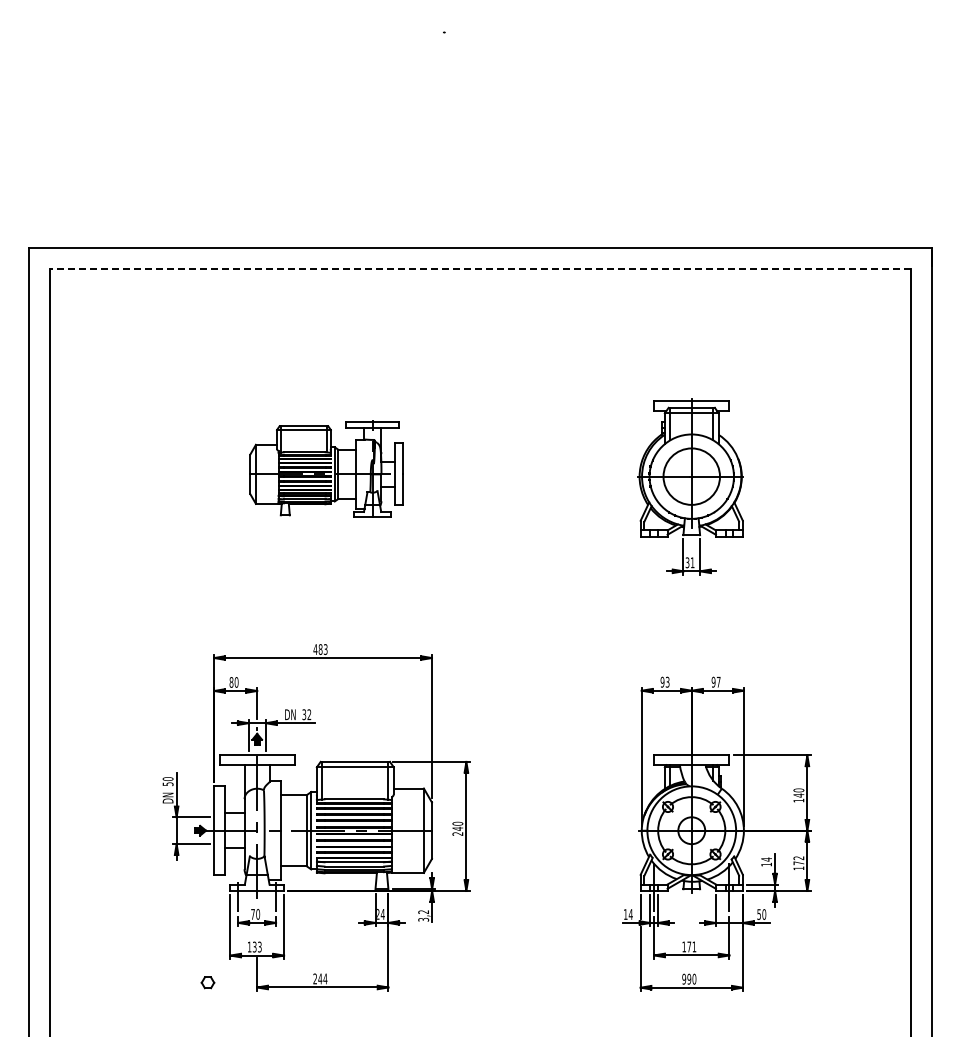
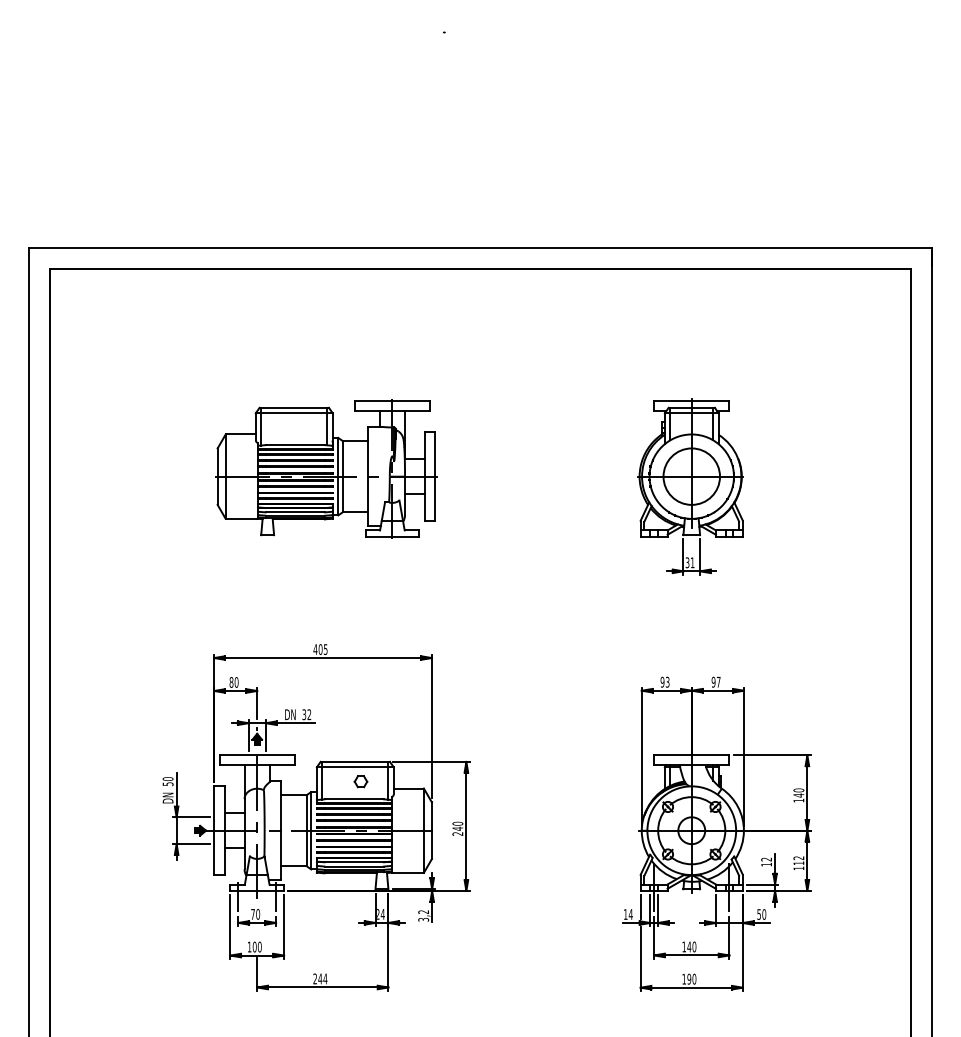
line at (480, 269): dashed -> solid
part at (326, 468) size: 155x98 px -> 223x140 px
text at (322, 649): 483 -> 405
text at (766, 859): 14 -> 12
text at (798, 863): 172 -> 112
text at (256, 946): 133 -> 100
text at (691, 946): 171 -> 140
text at (684, 978): 990 -> 190
part at (207, 982) position: (207, 982) -> (360, 781)
